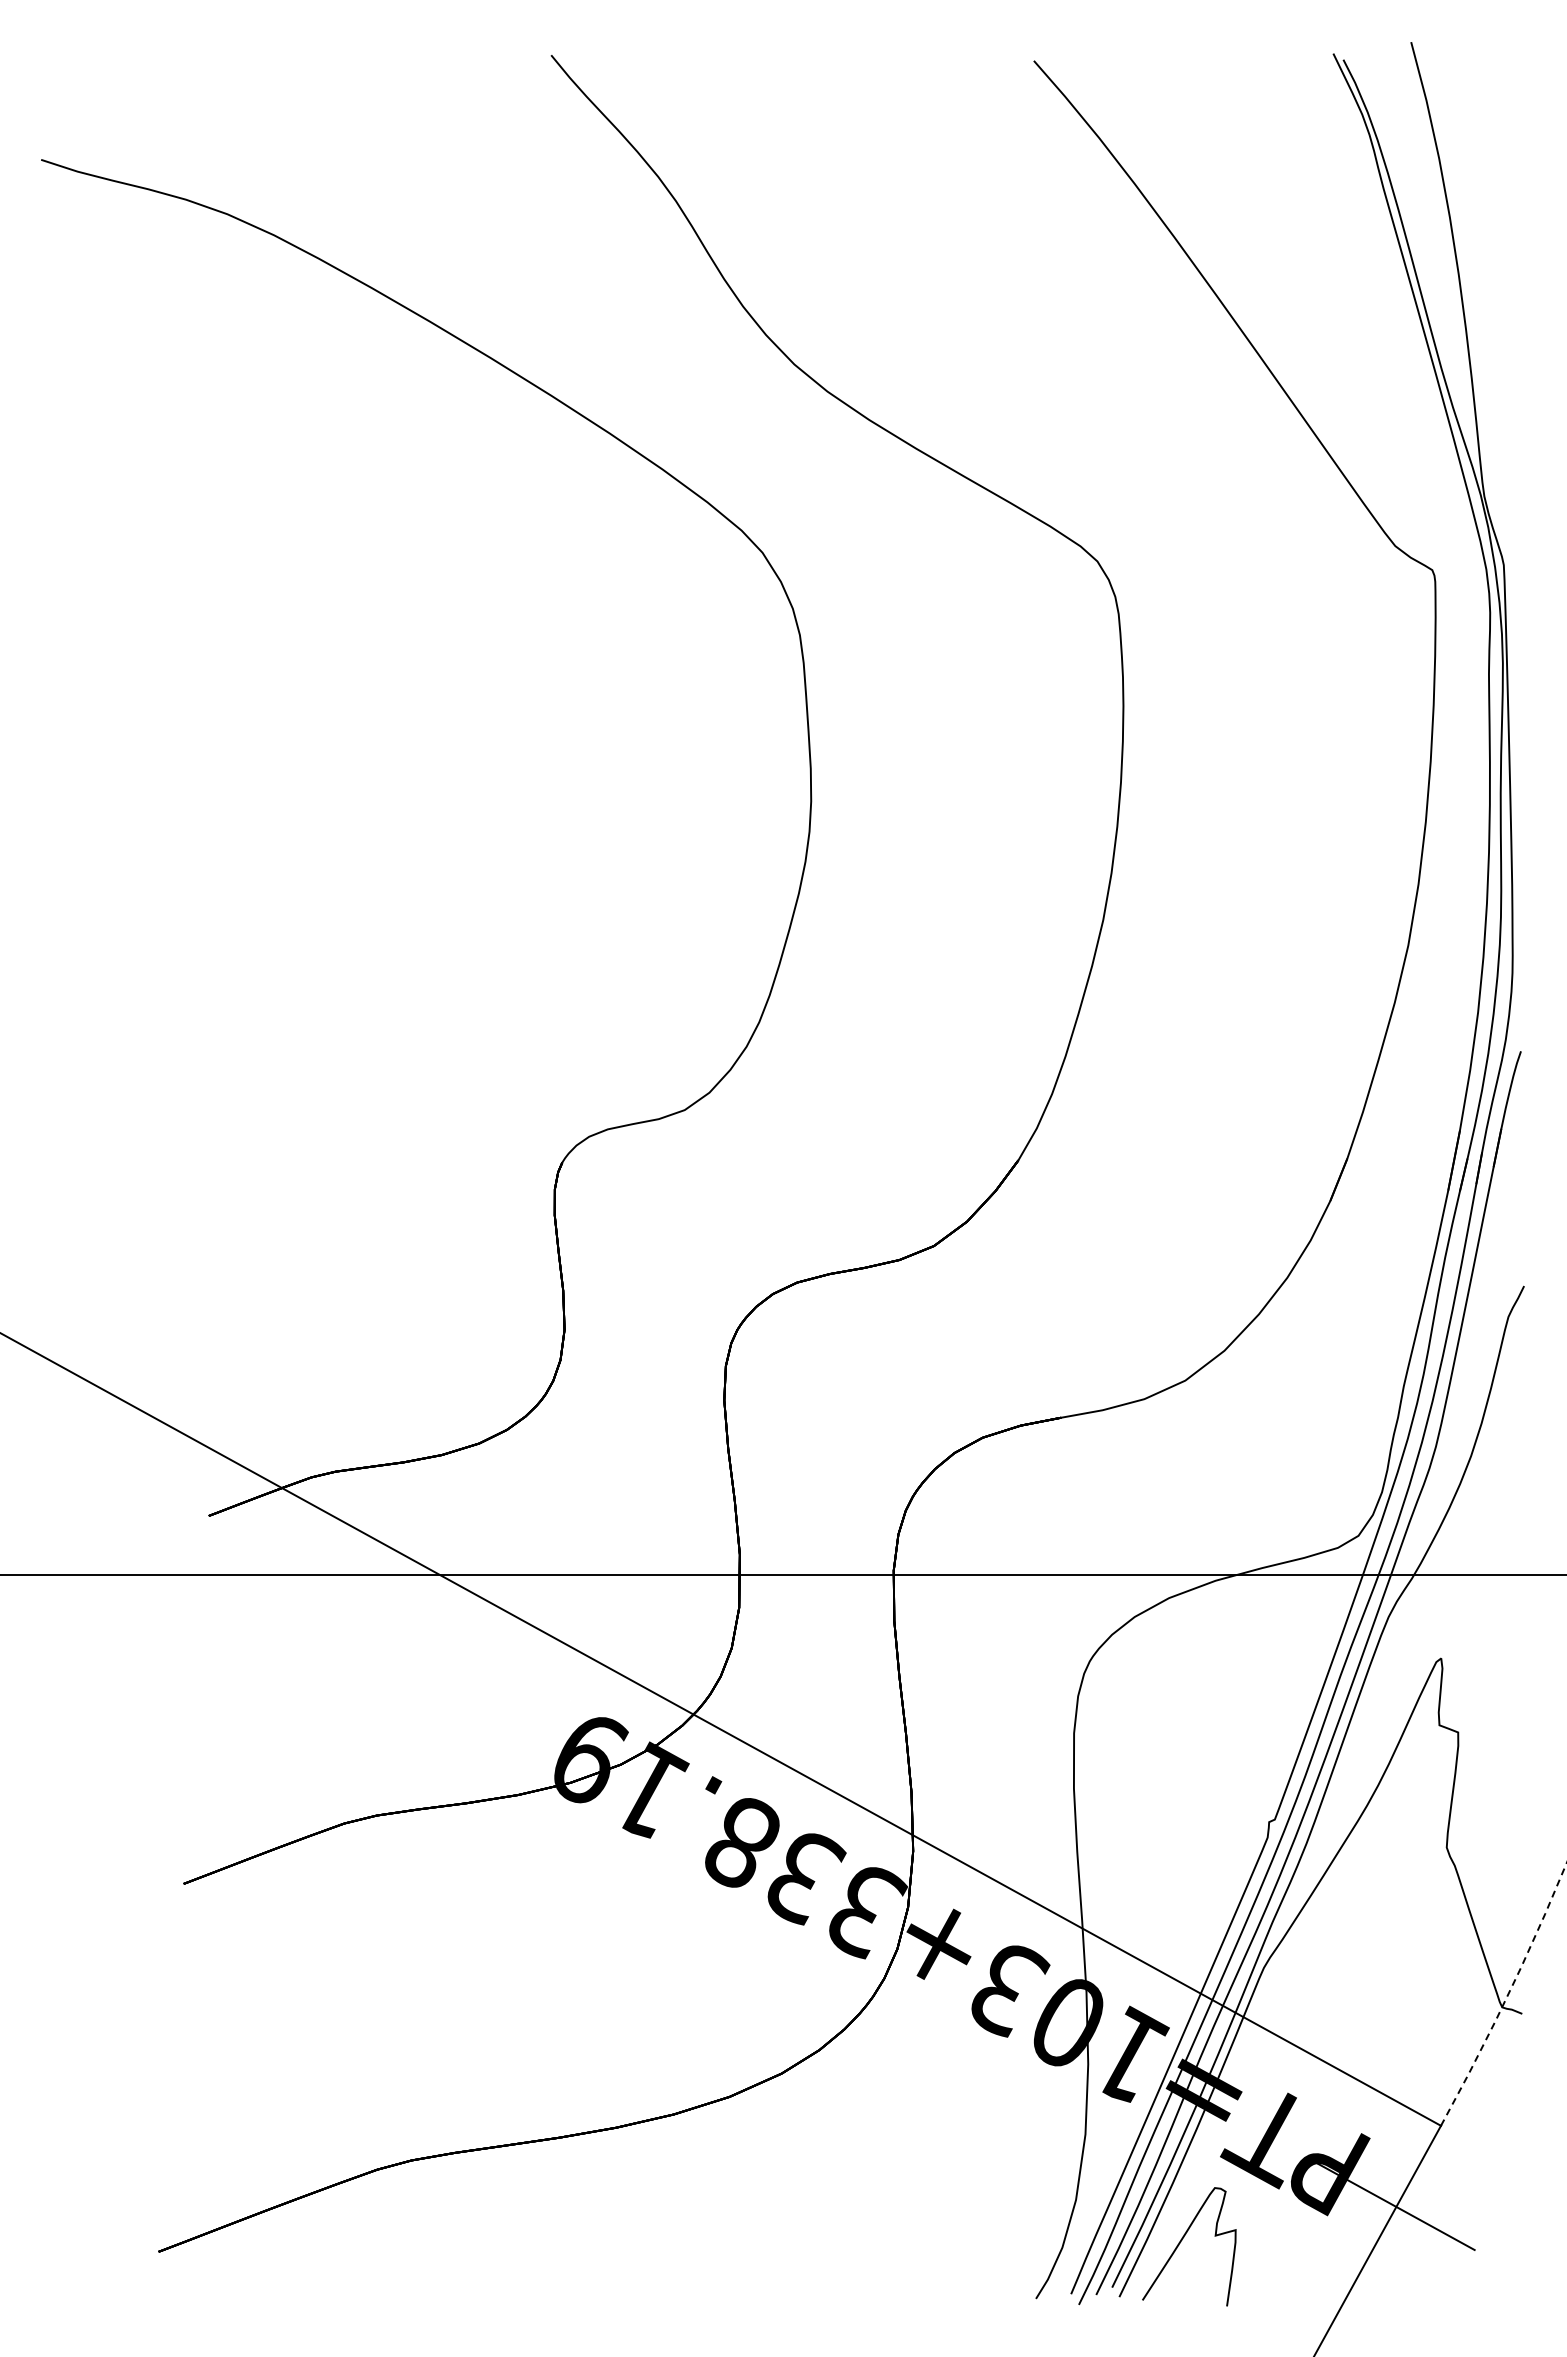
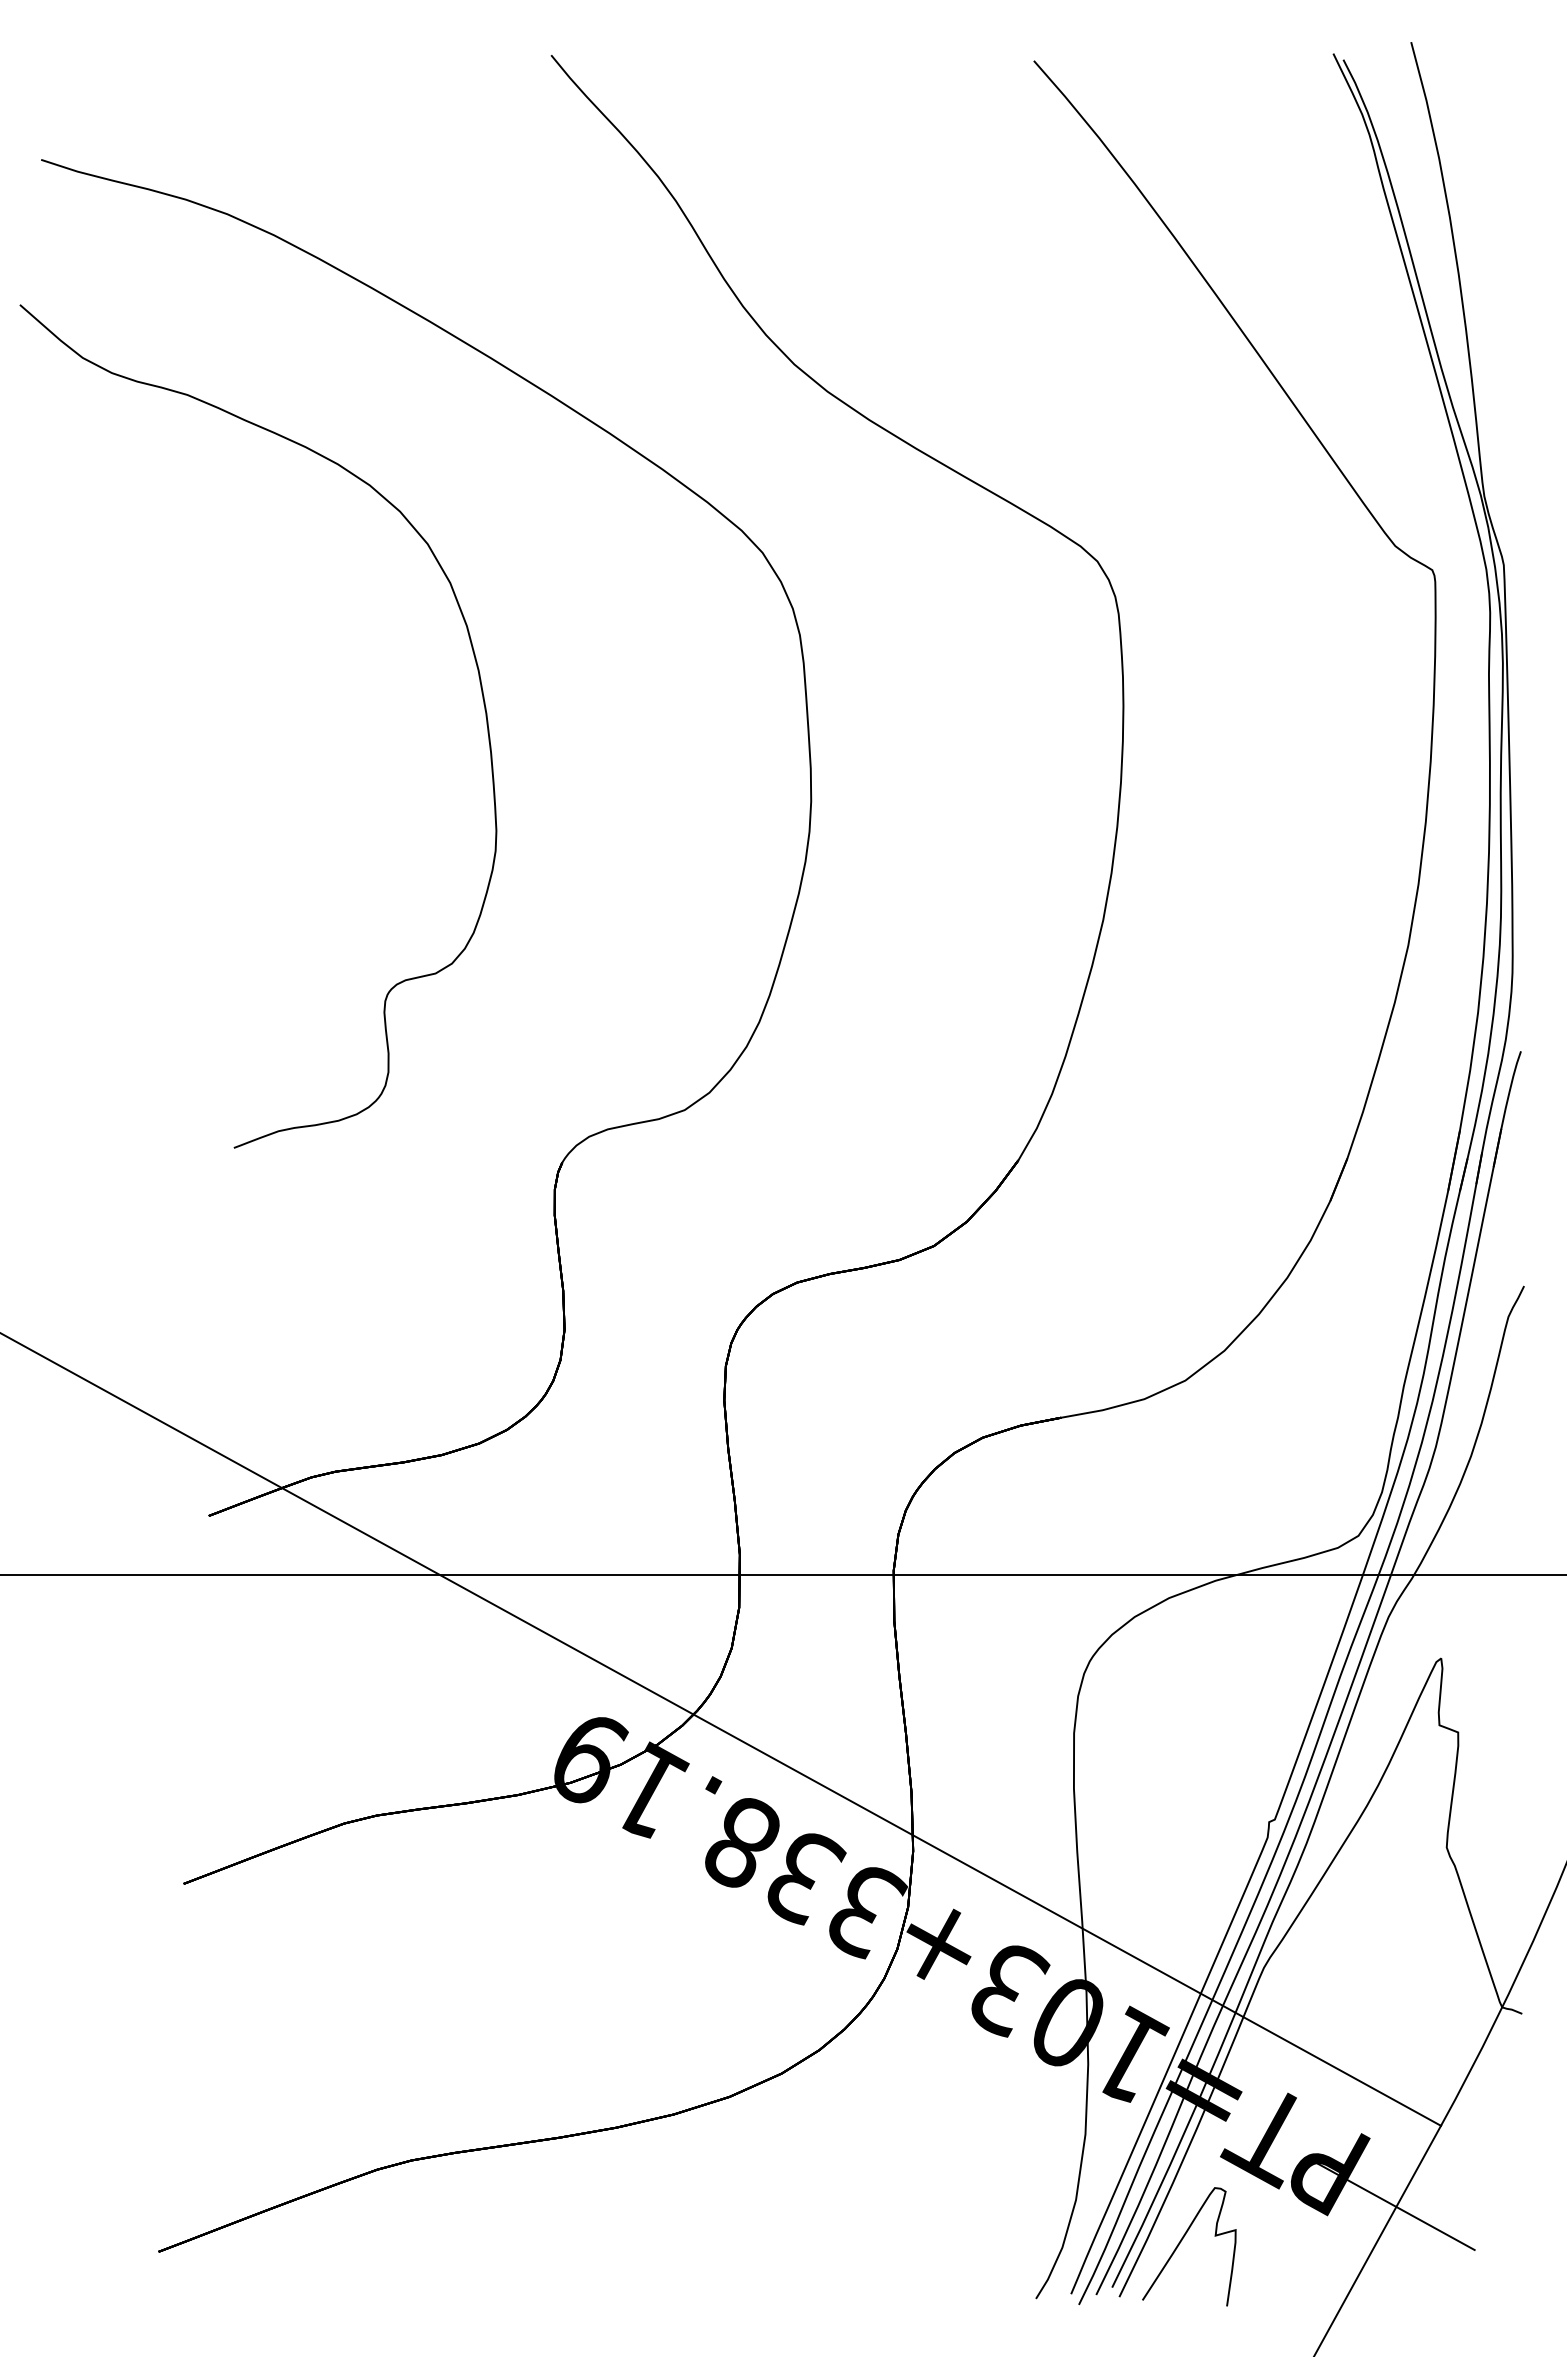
part at (479, 682): none -> present
arc at (1508, 1994): dashed -> solid
